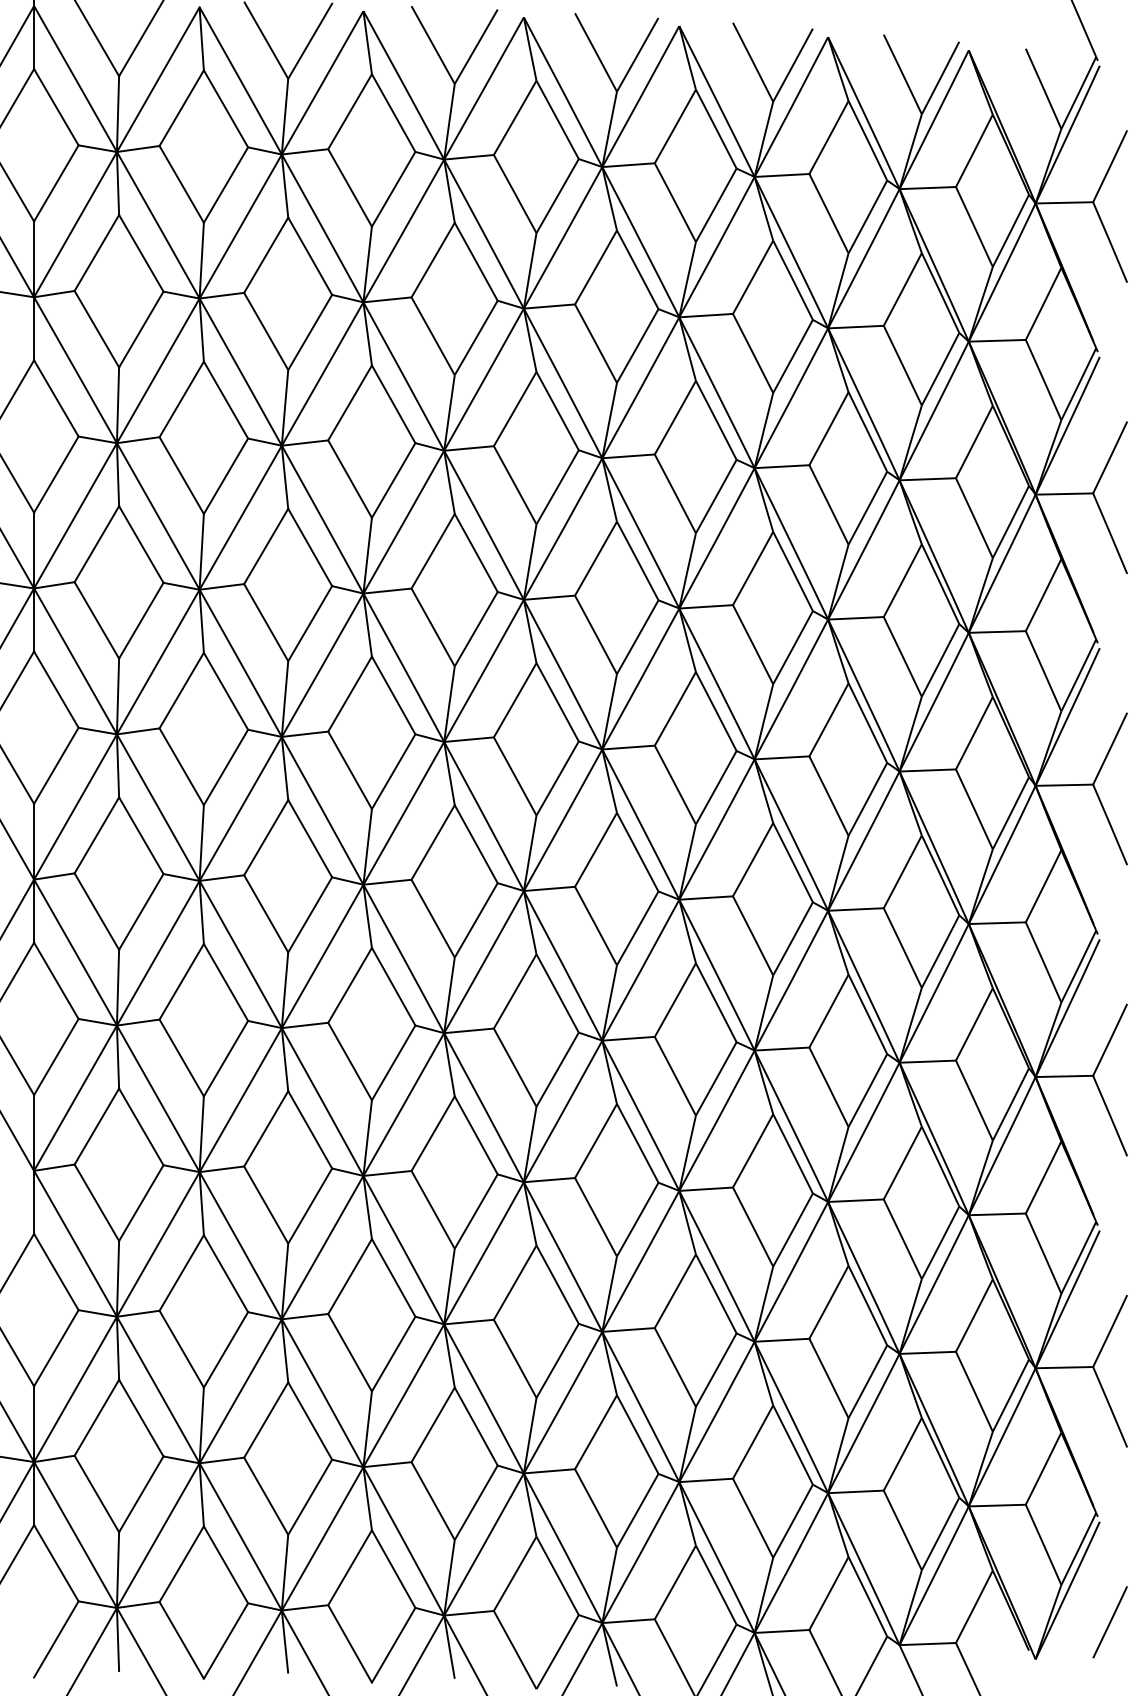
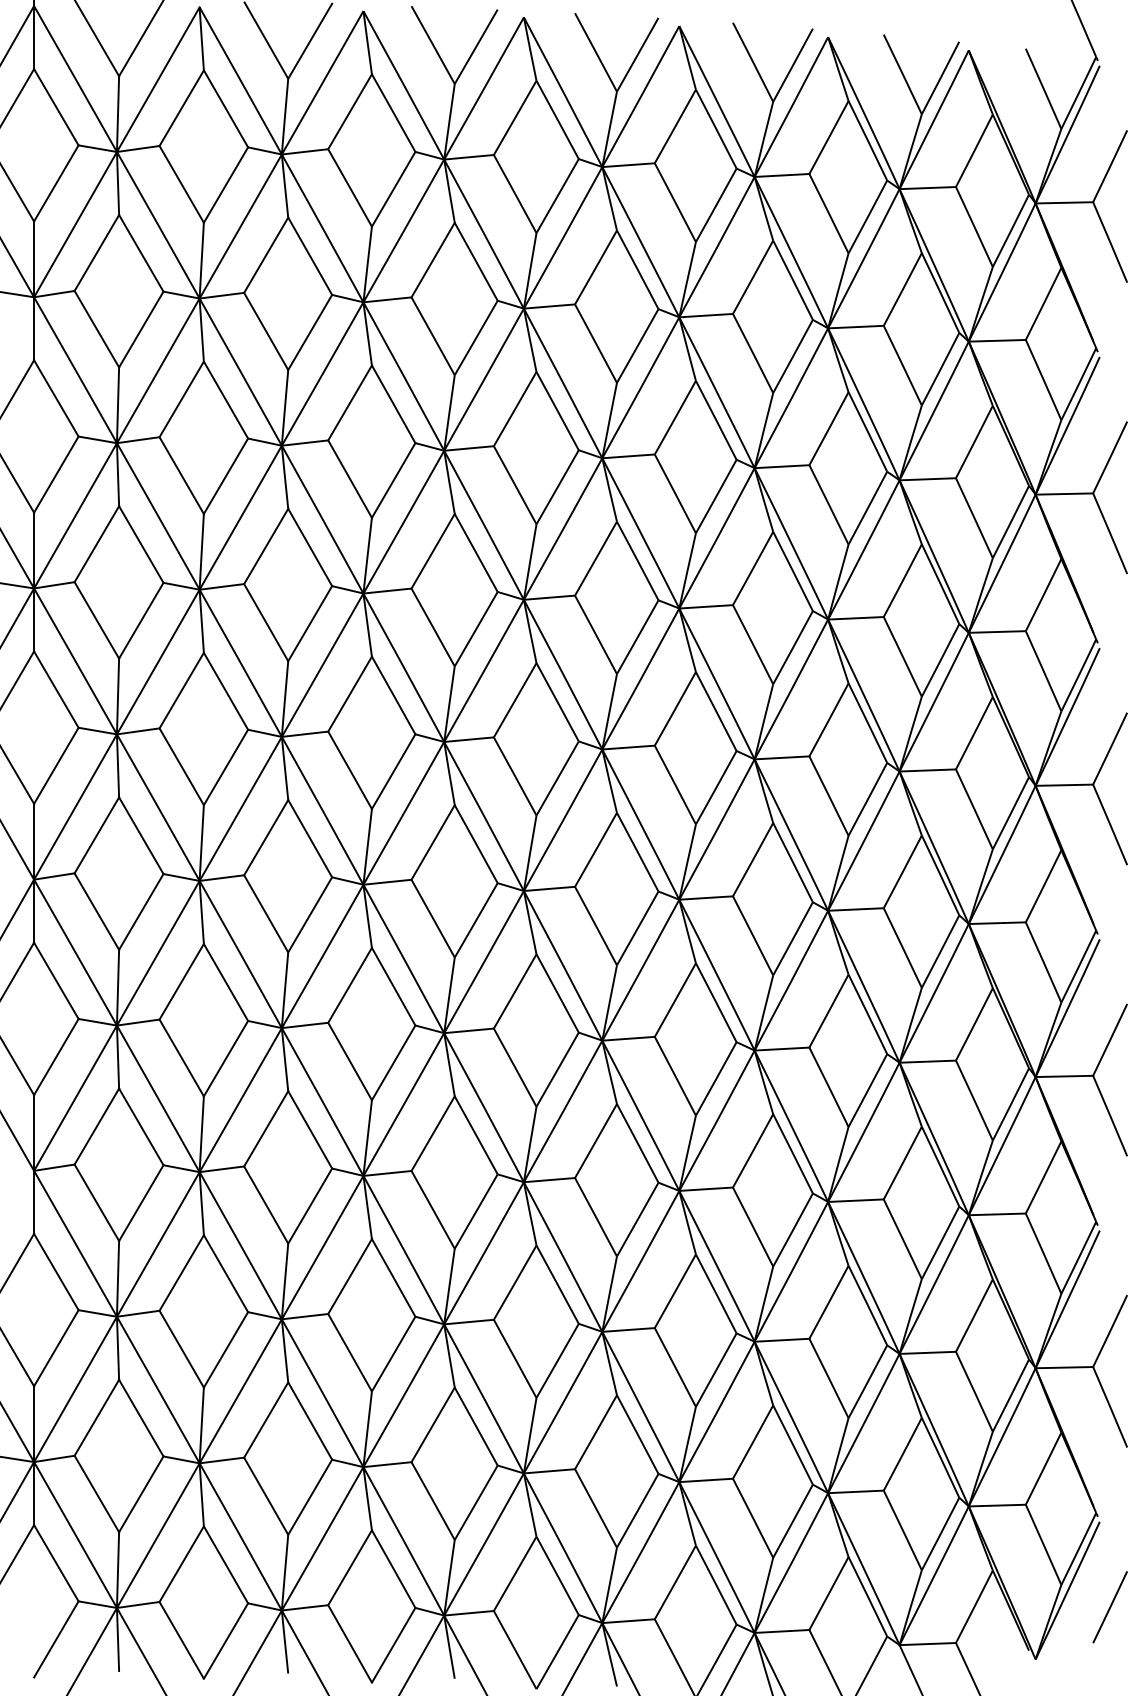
line at (1109, 1622) position: (1109, 1622) -> (1109, 1607)
